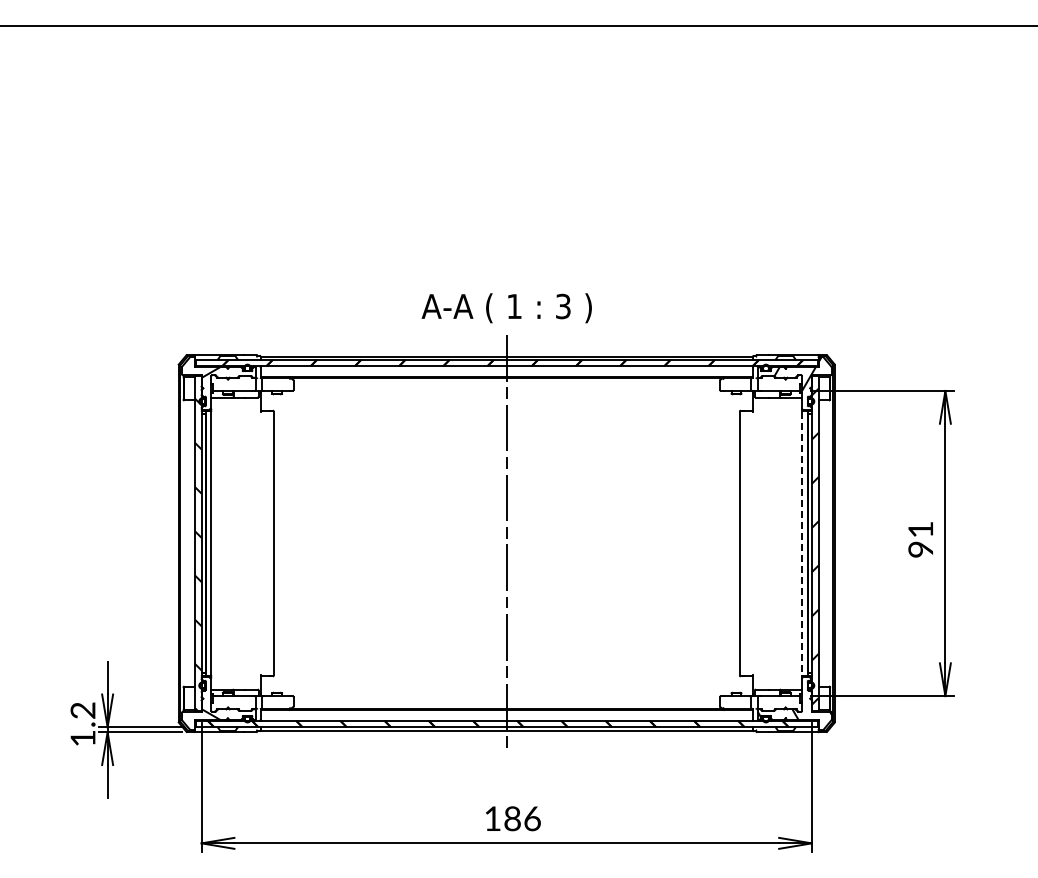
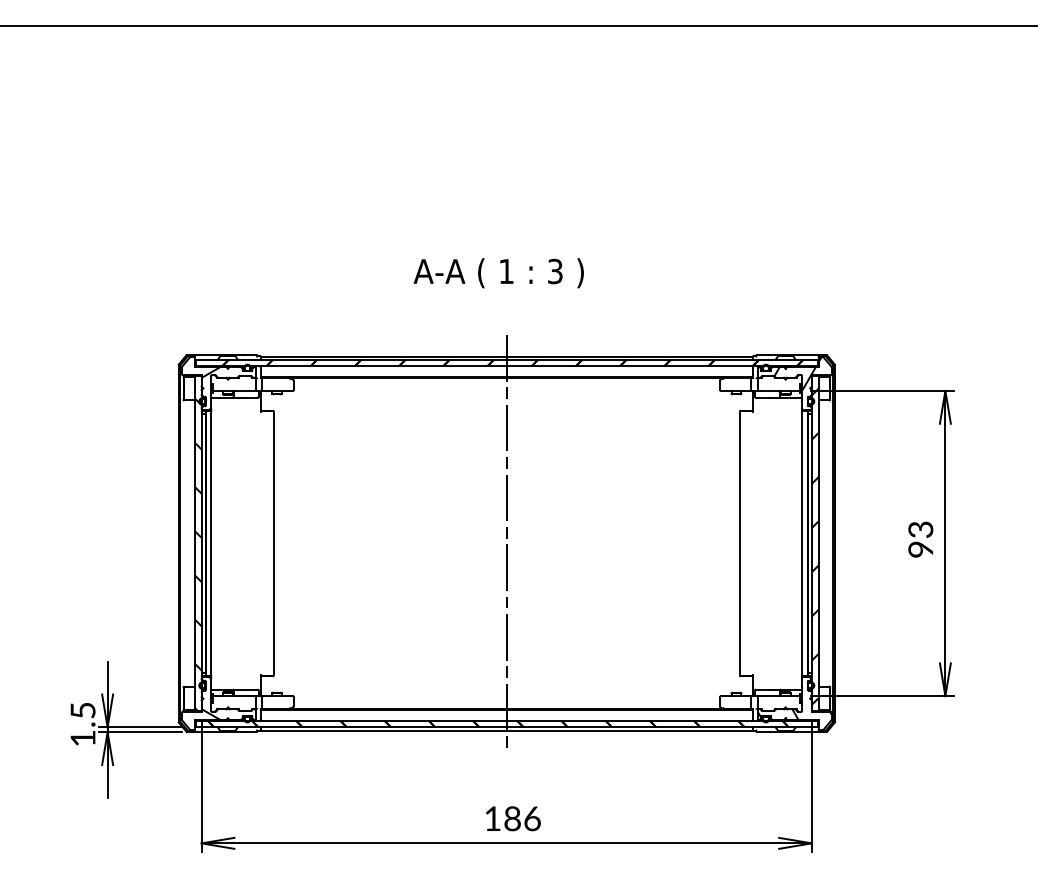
text at (506, 308) position: (506, 308) -> (498, 273)
text at (920, 529): 91 -> 93
line at (802, 543): dashed -> solid
text at (82, 710): 1.2 -> 1.5
